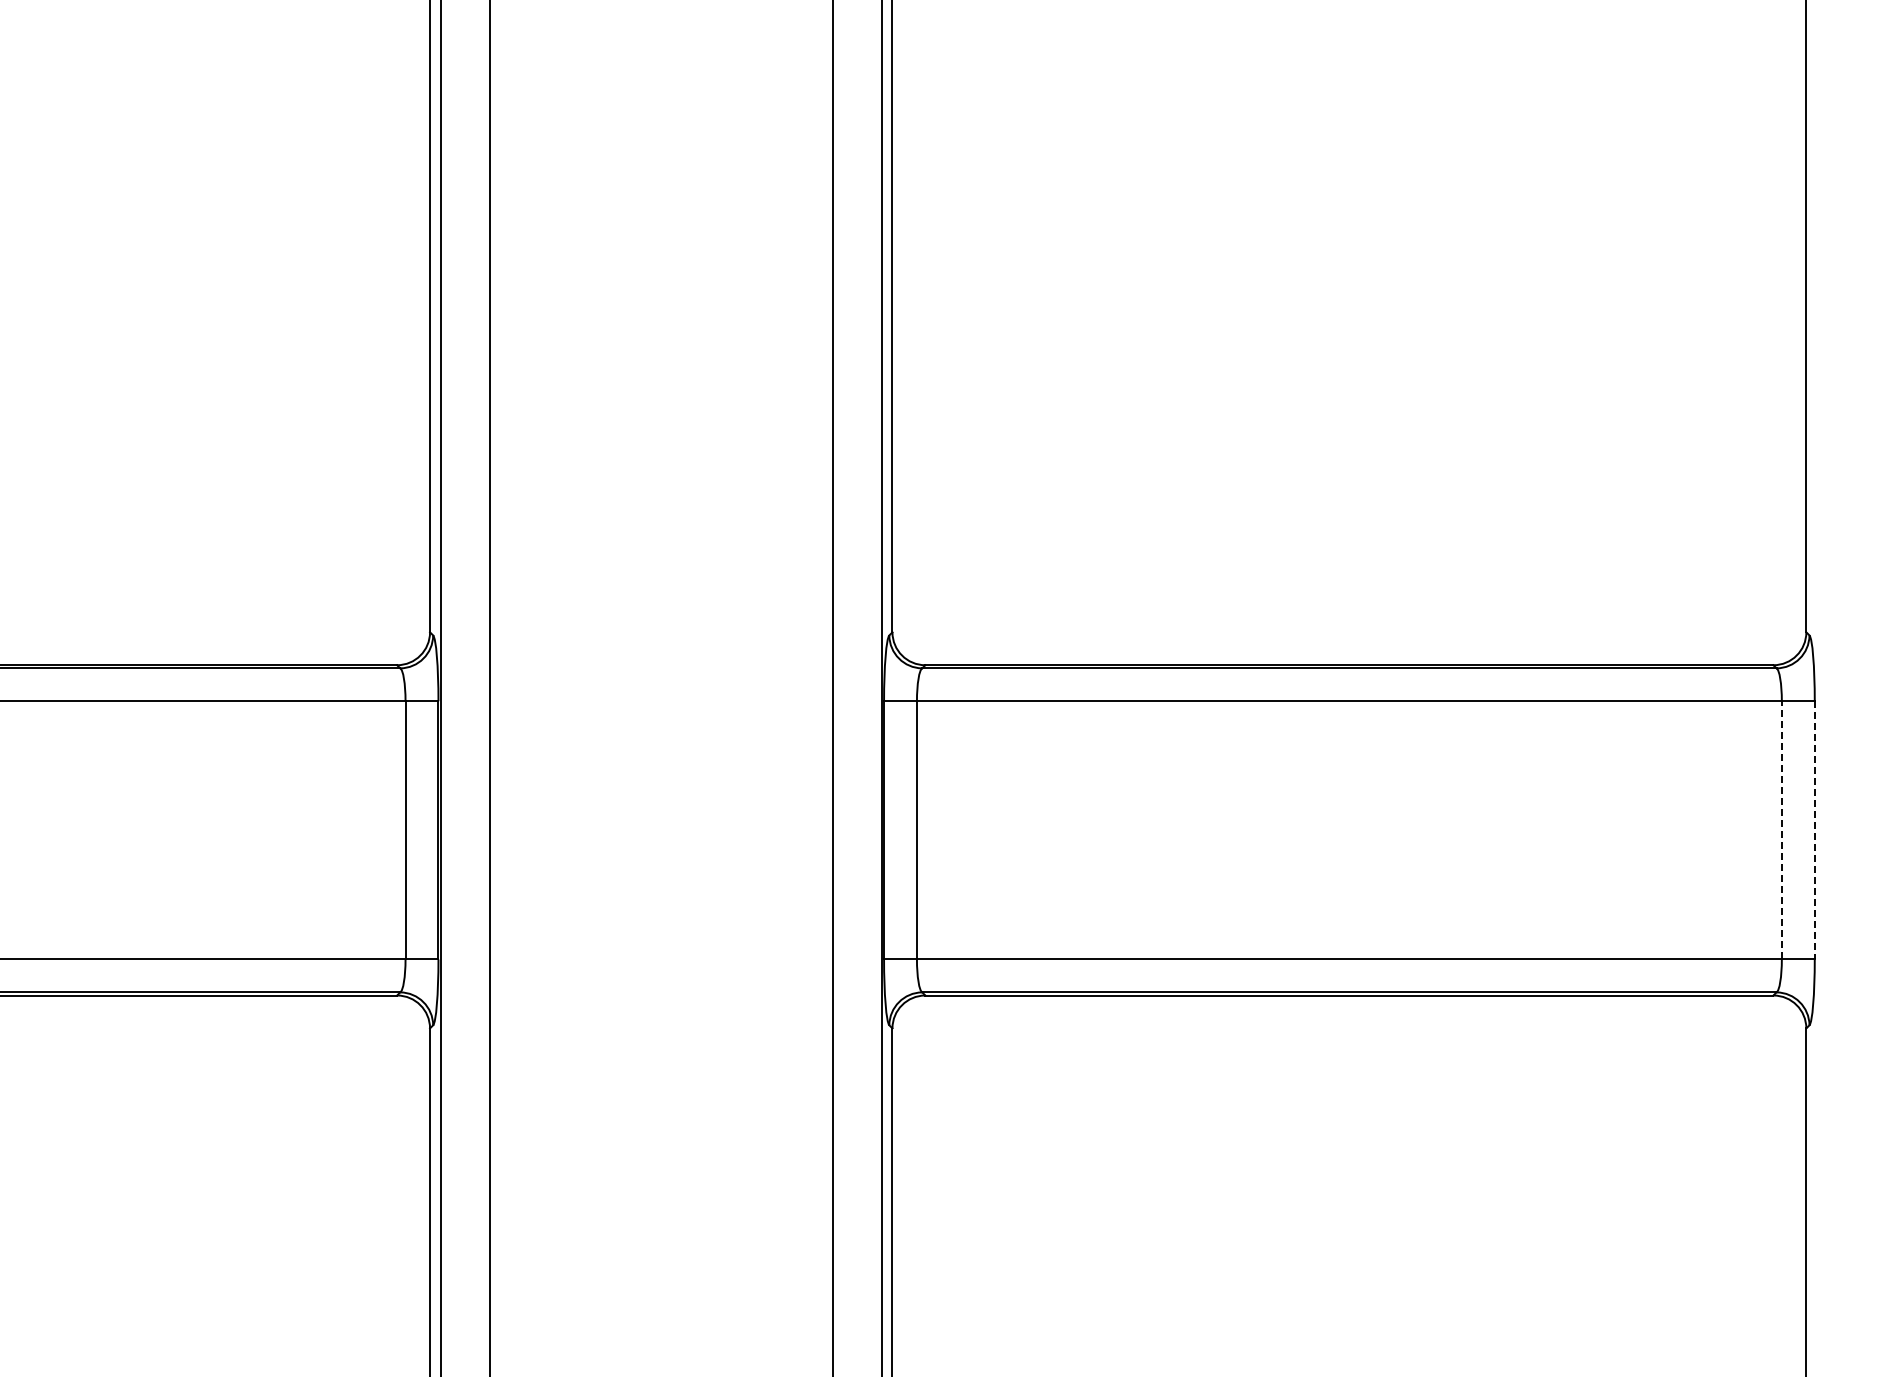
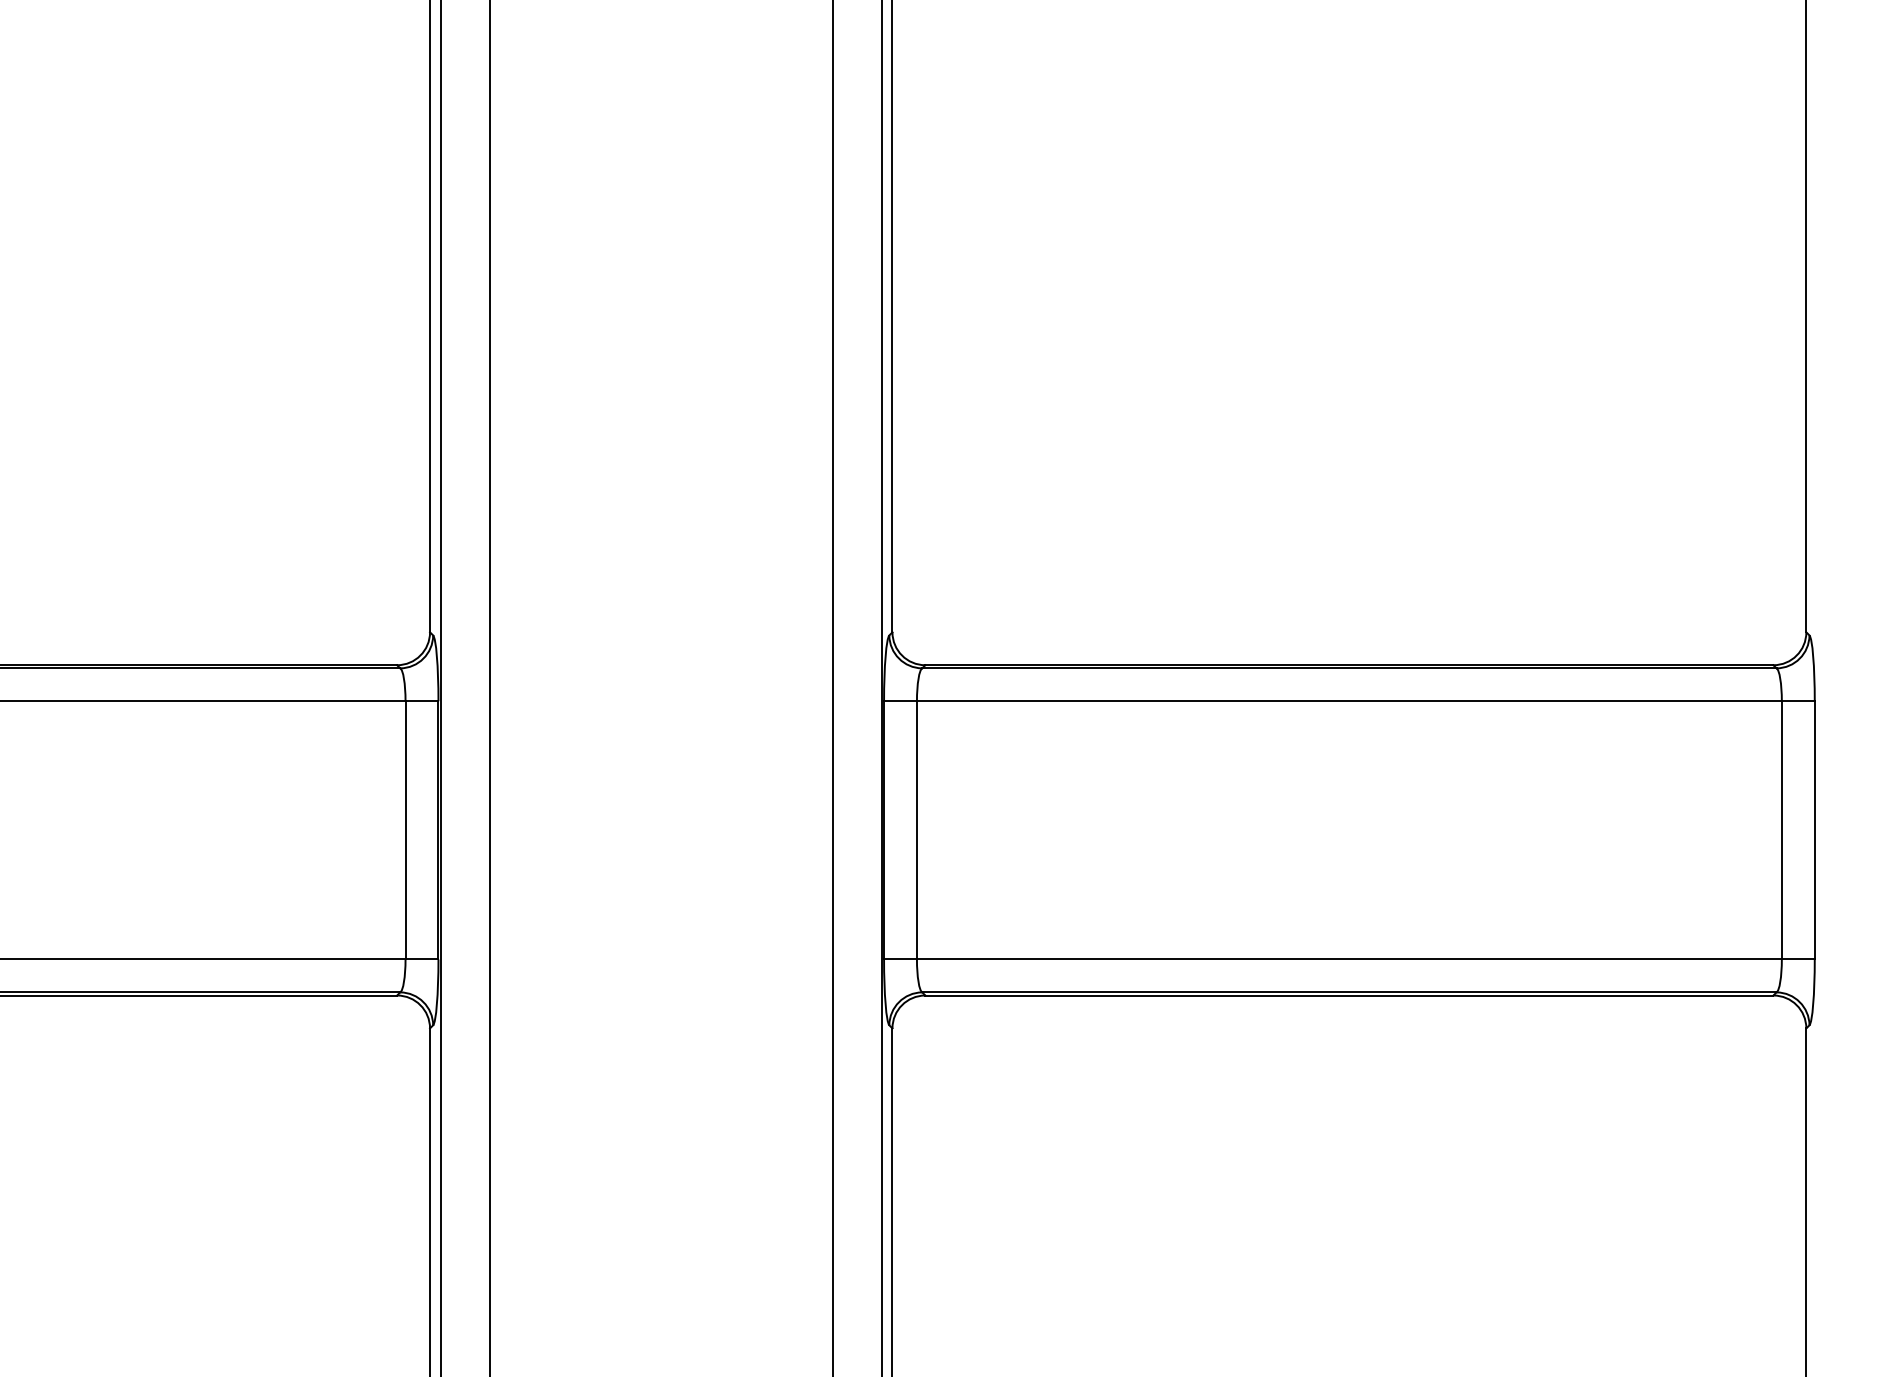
line at (1781, 829): dashed -> solid
line at (1814, 830): dashed -> solid
